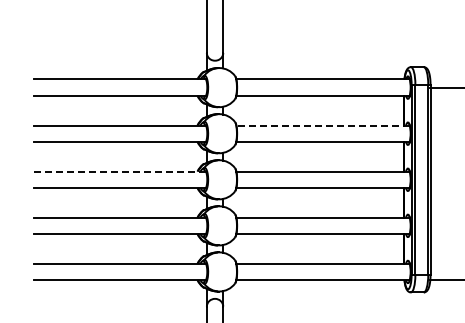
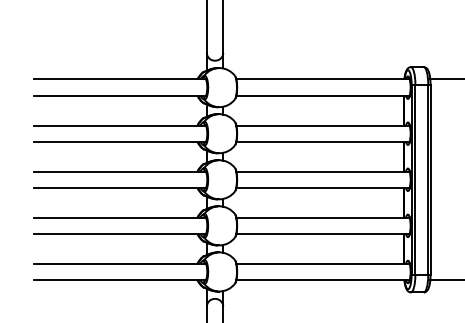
line at (445, 88) position: (445, 88) -> (445, 79)
line at (323, 125): dashed -> solid
line at (120, 171): dashed -> solid
